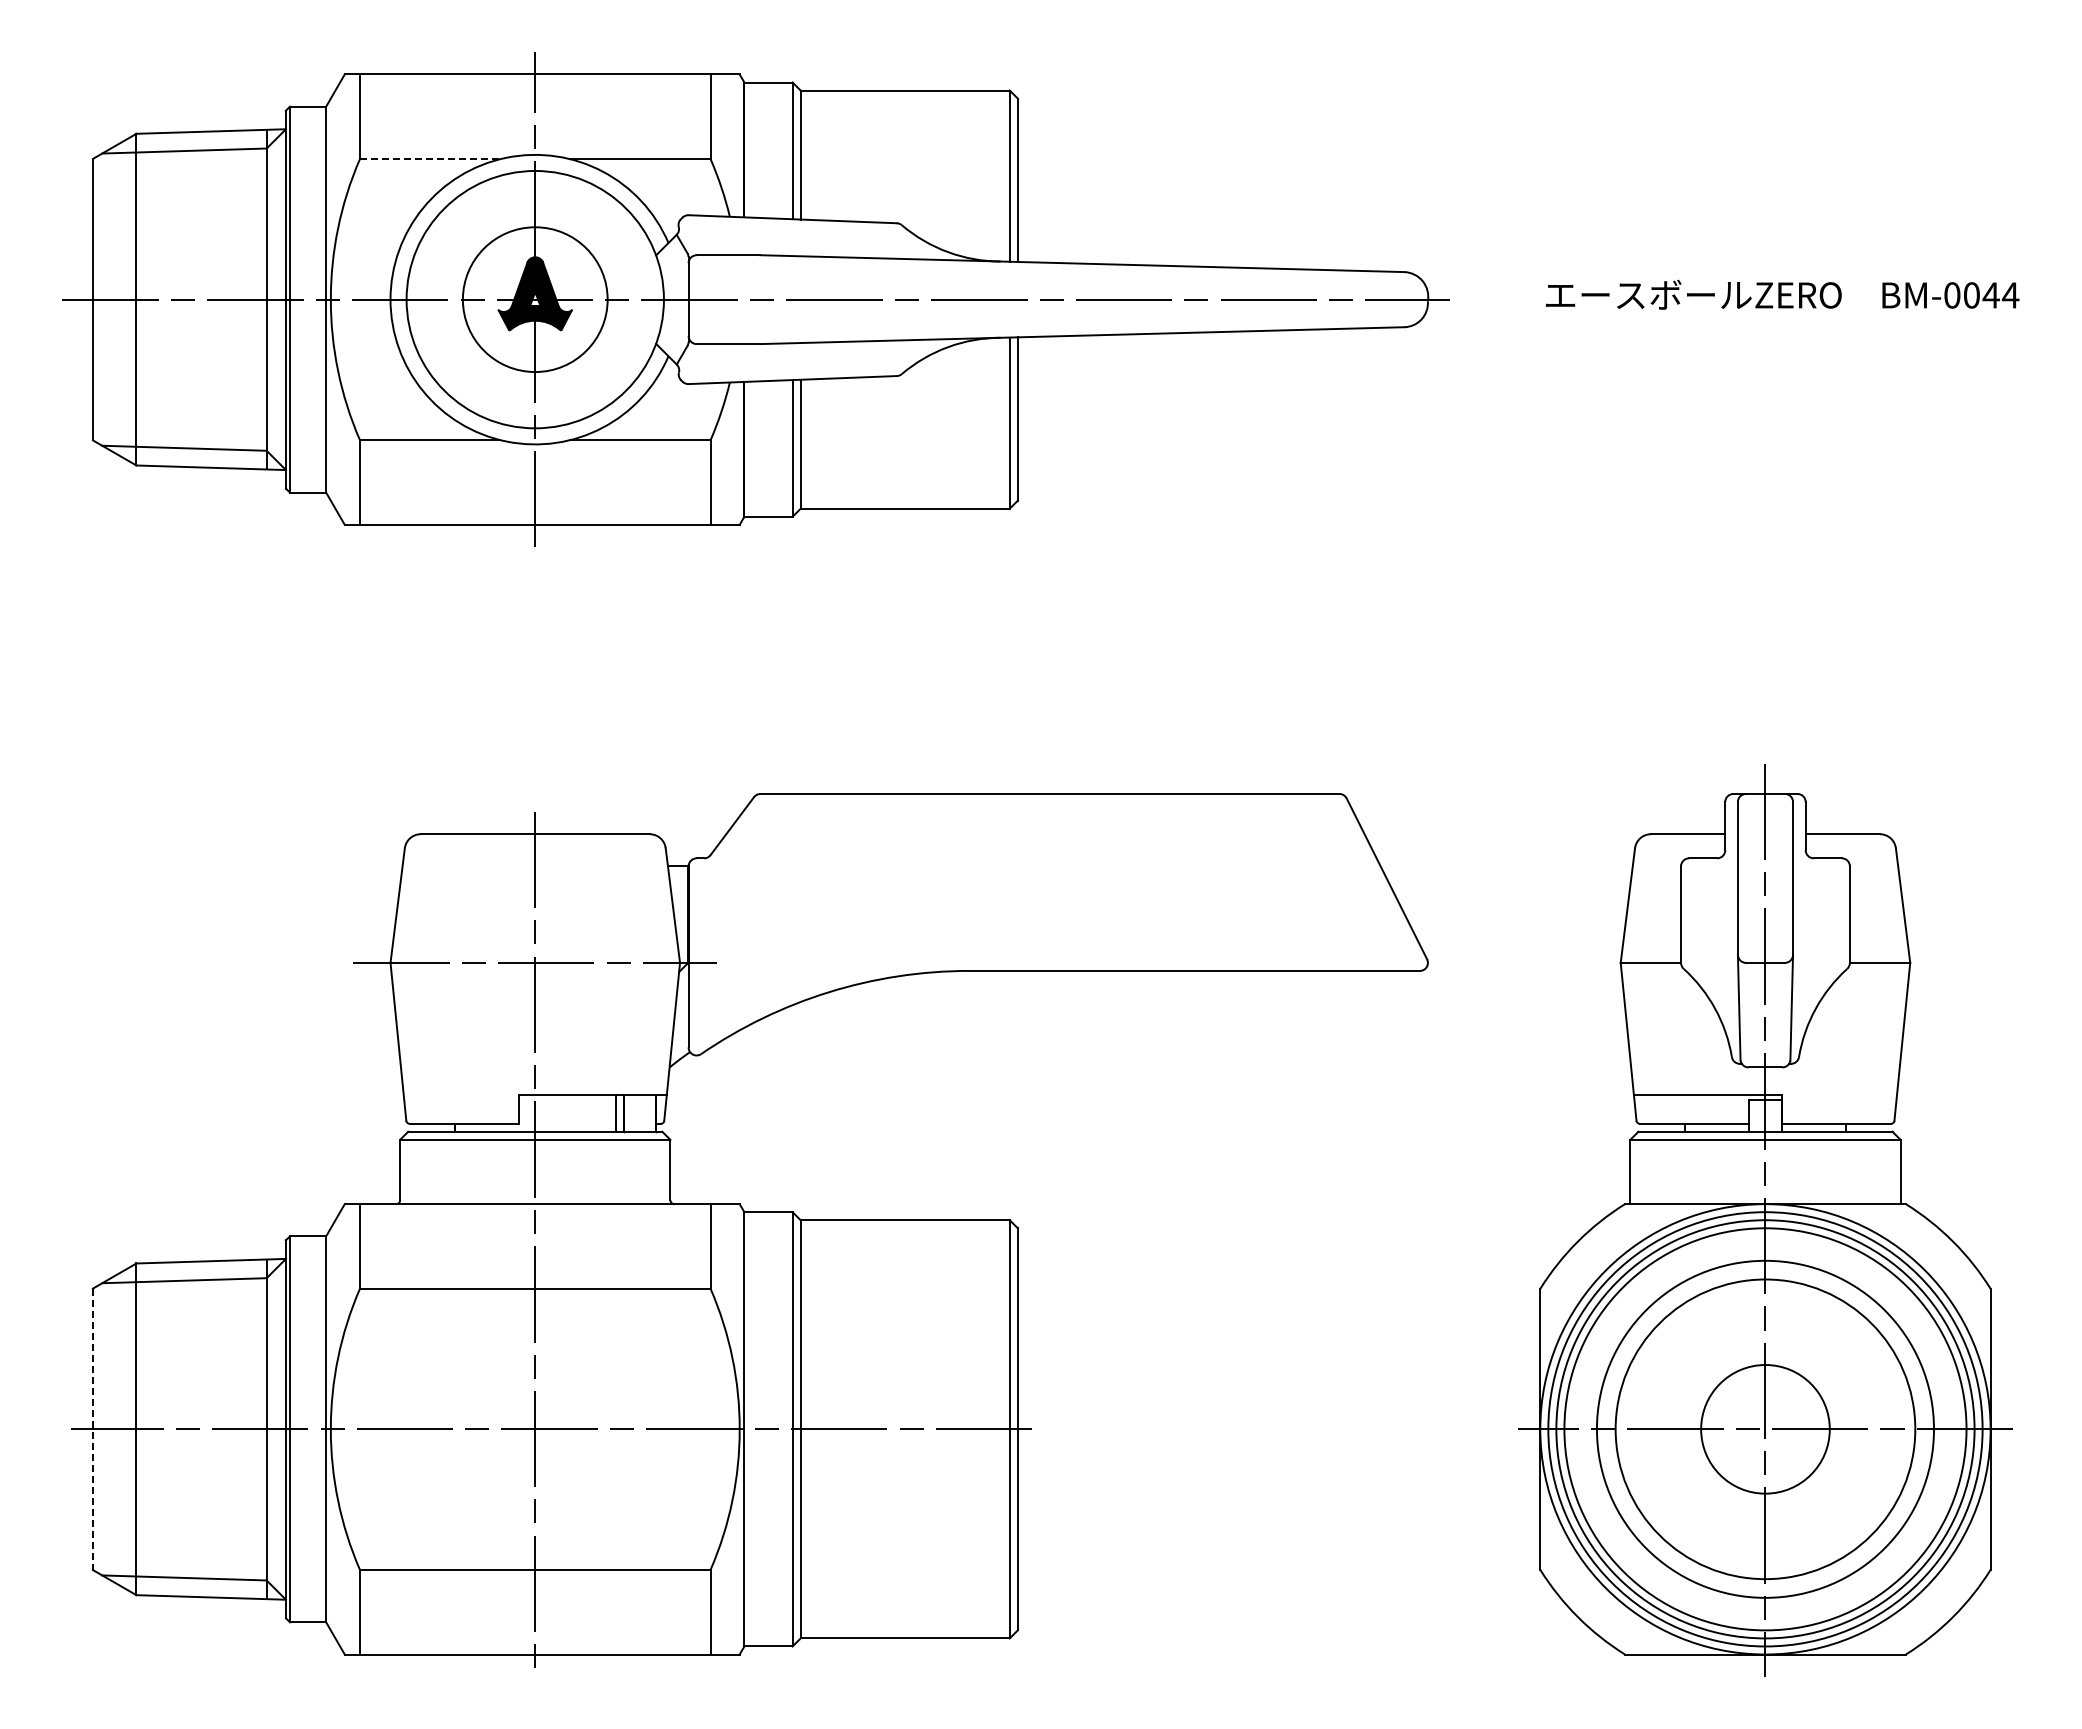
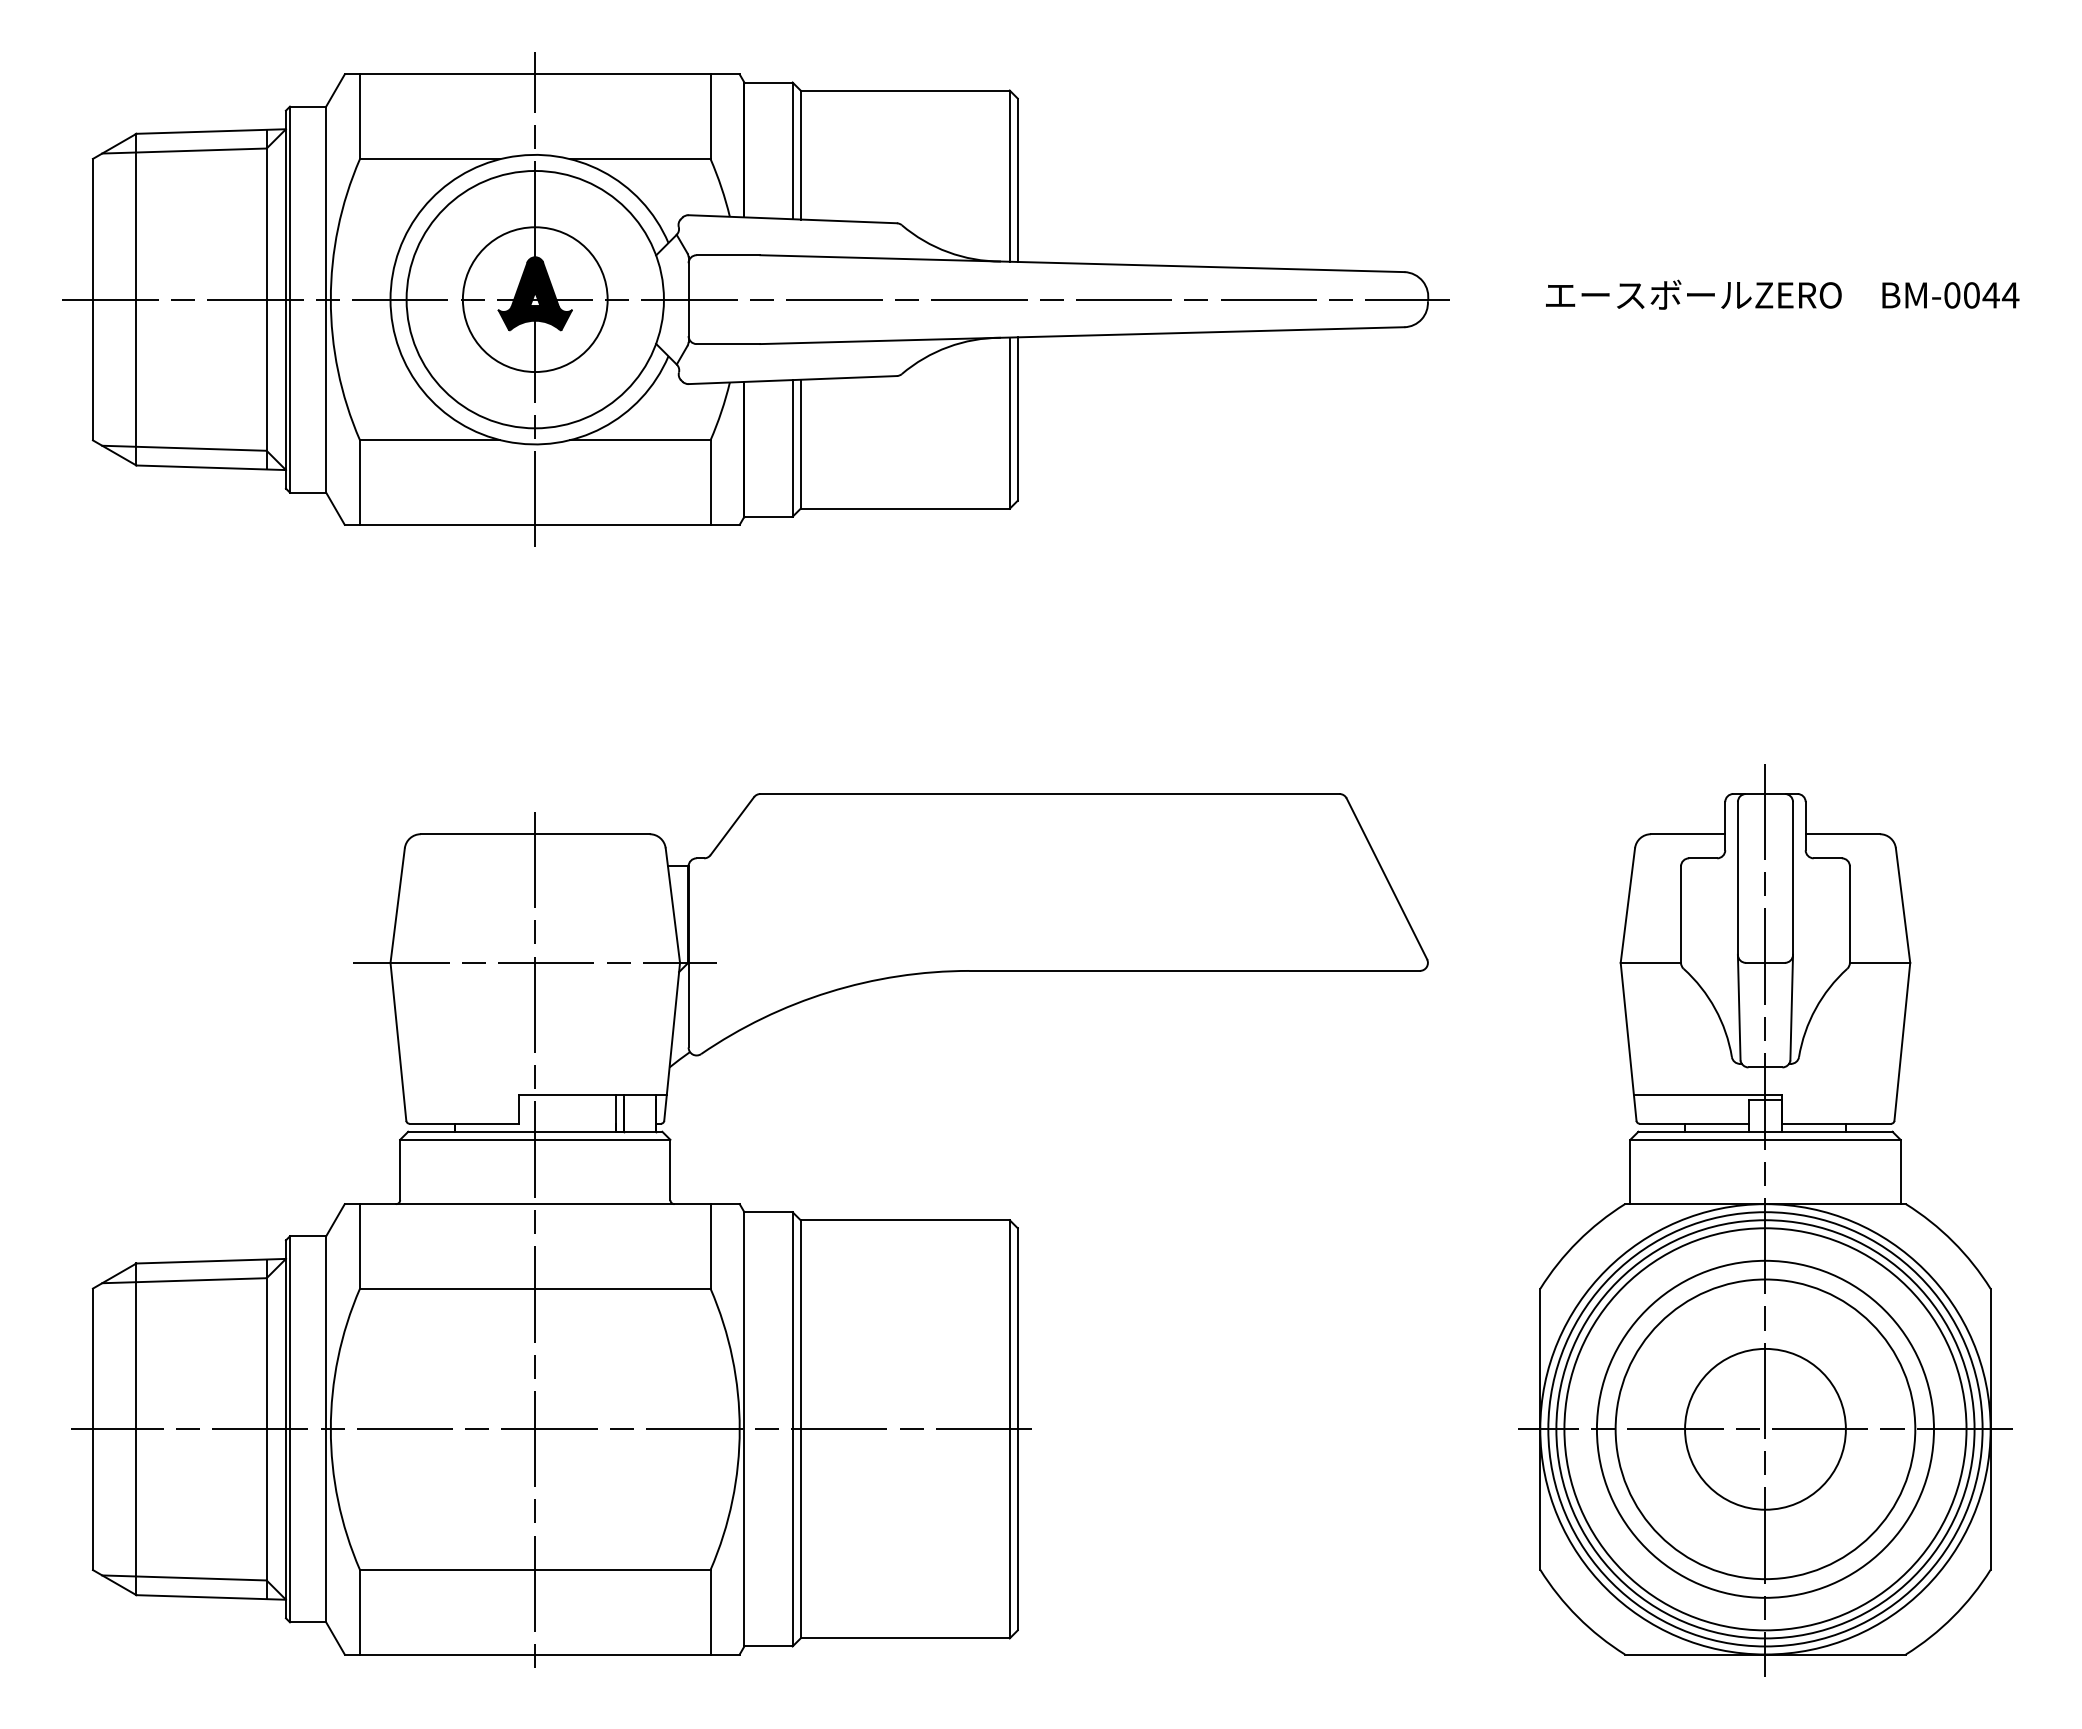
line at (430, 159): dashed -> solid
circle at (1765, 1428) diameter: 129 px -> 161 px
line at (92, 1429): dashed -> solid
